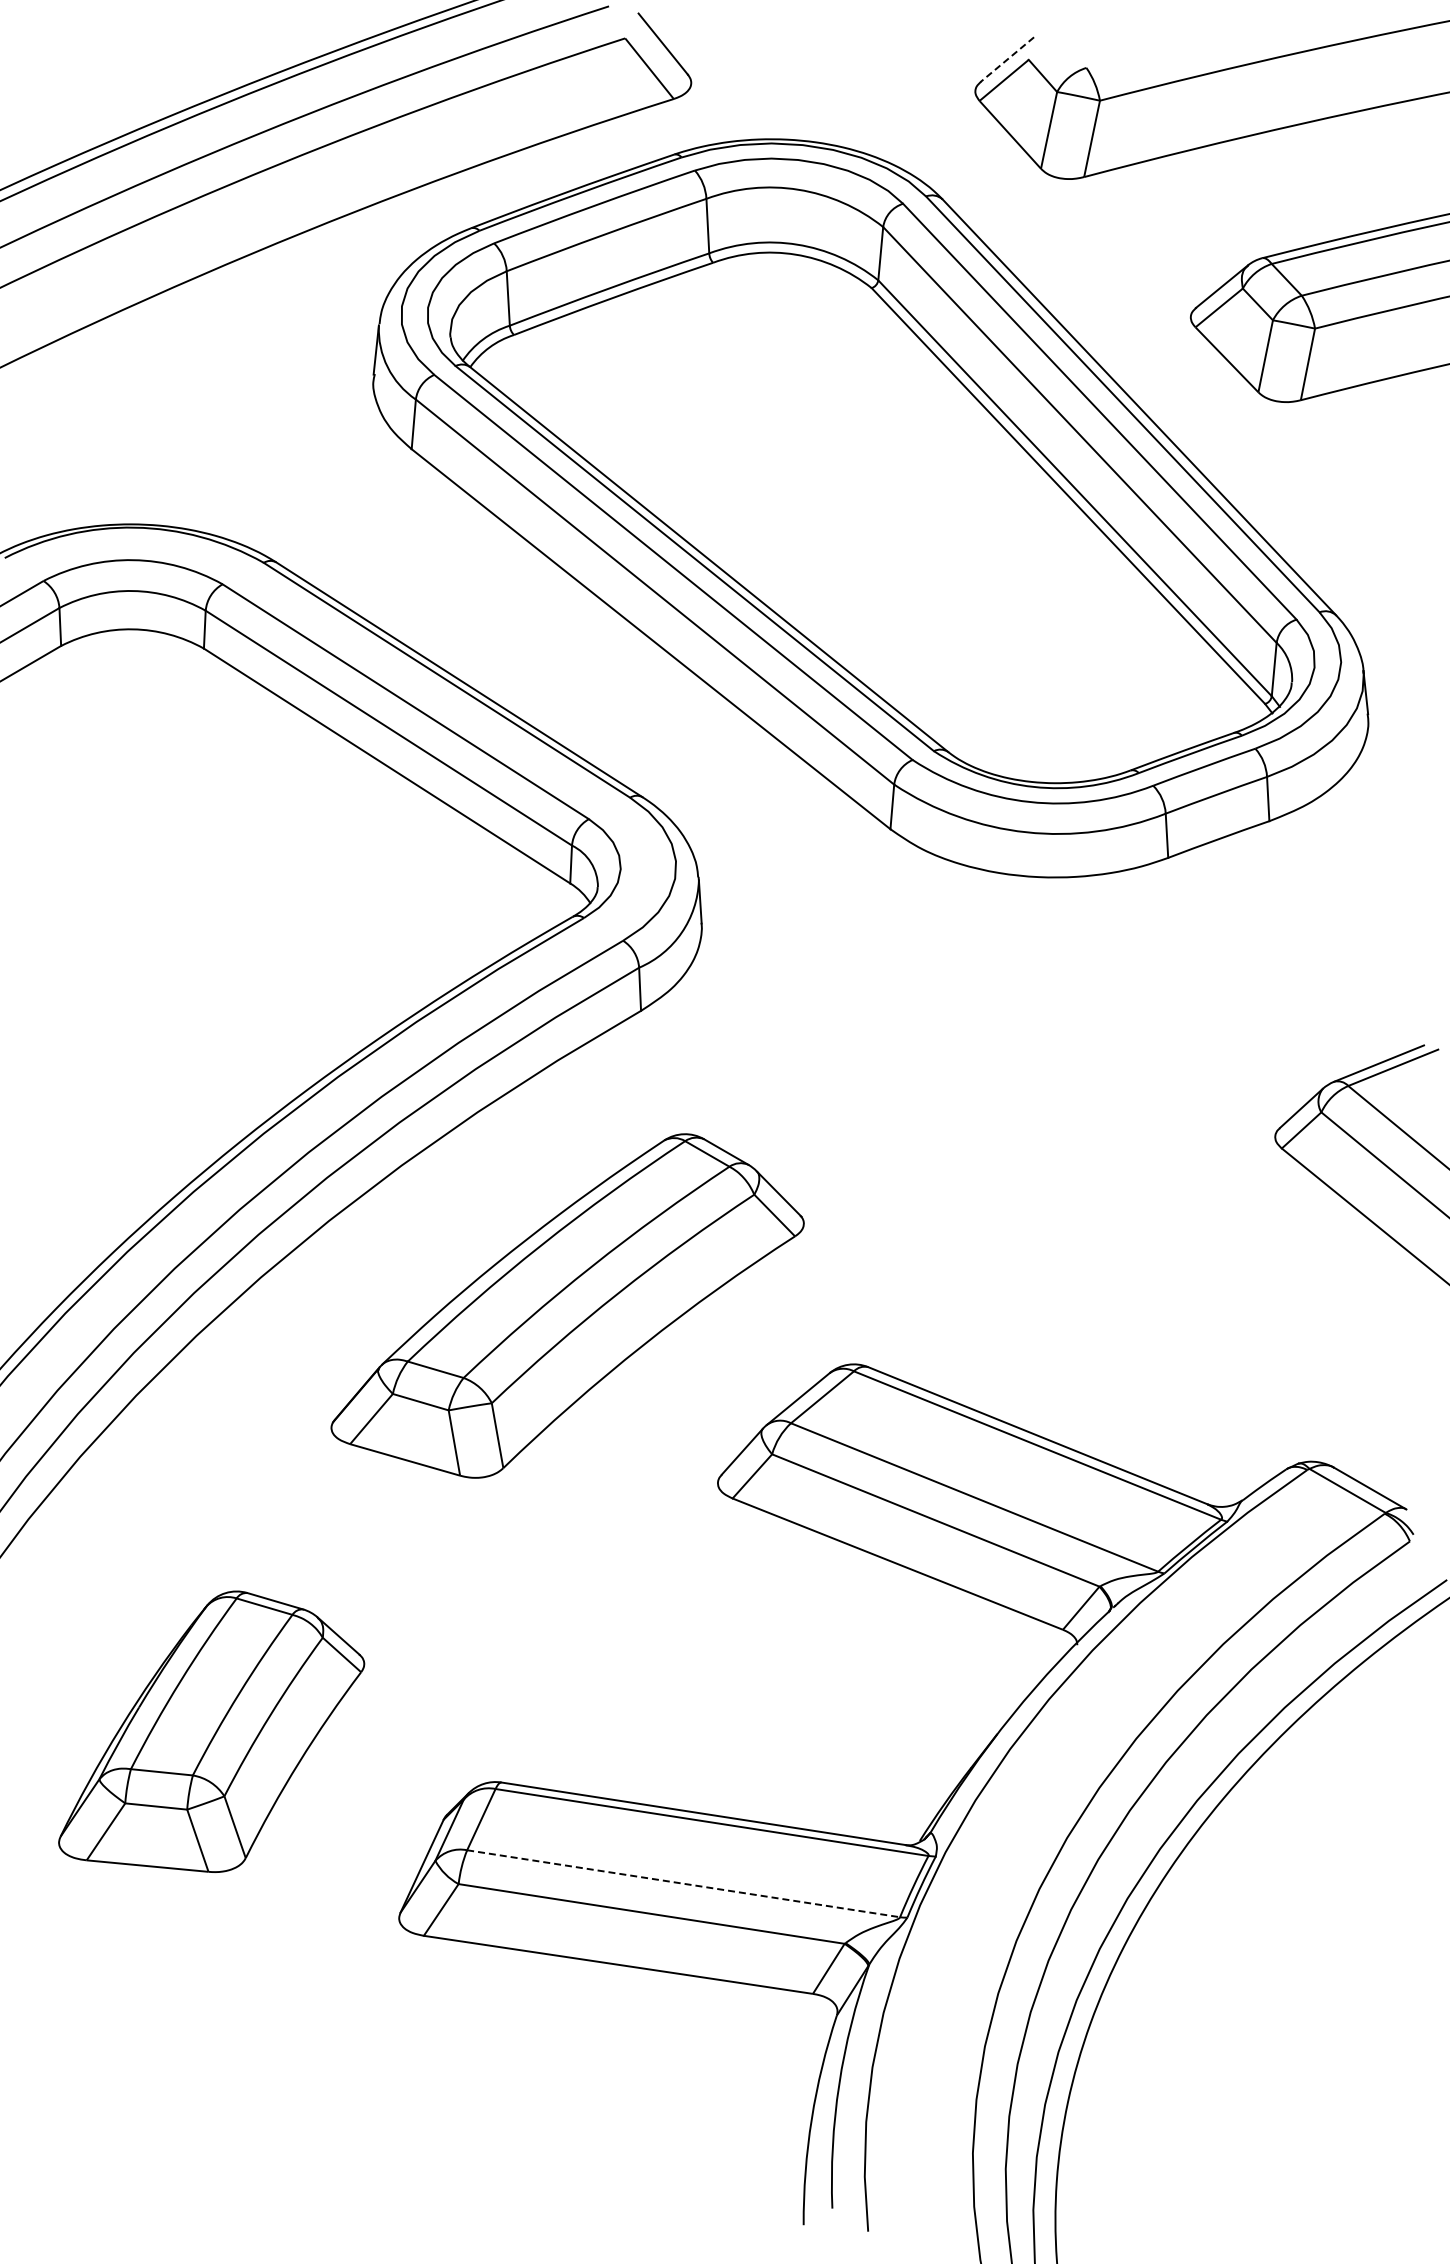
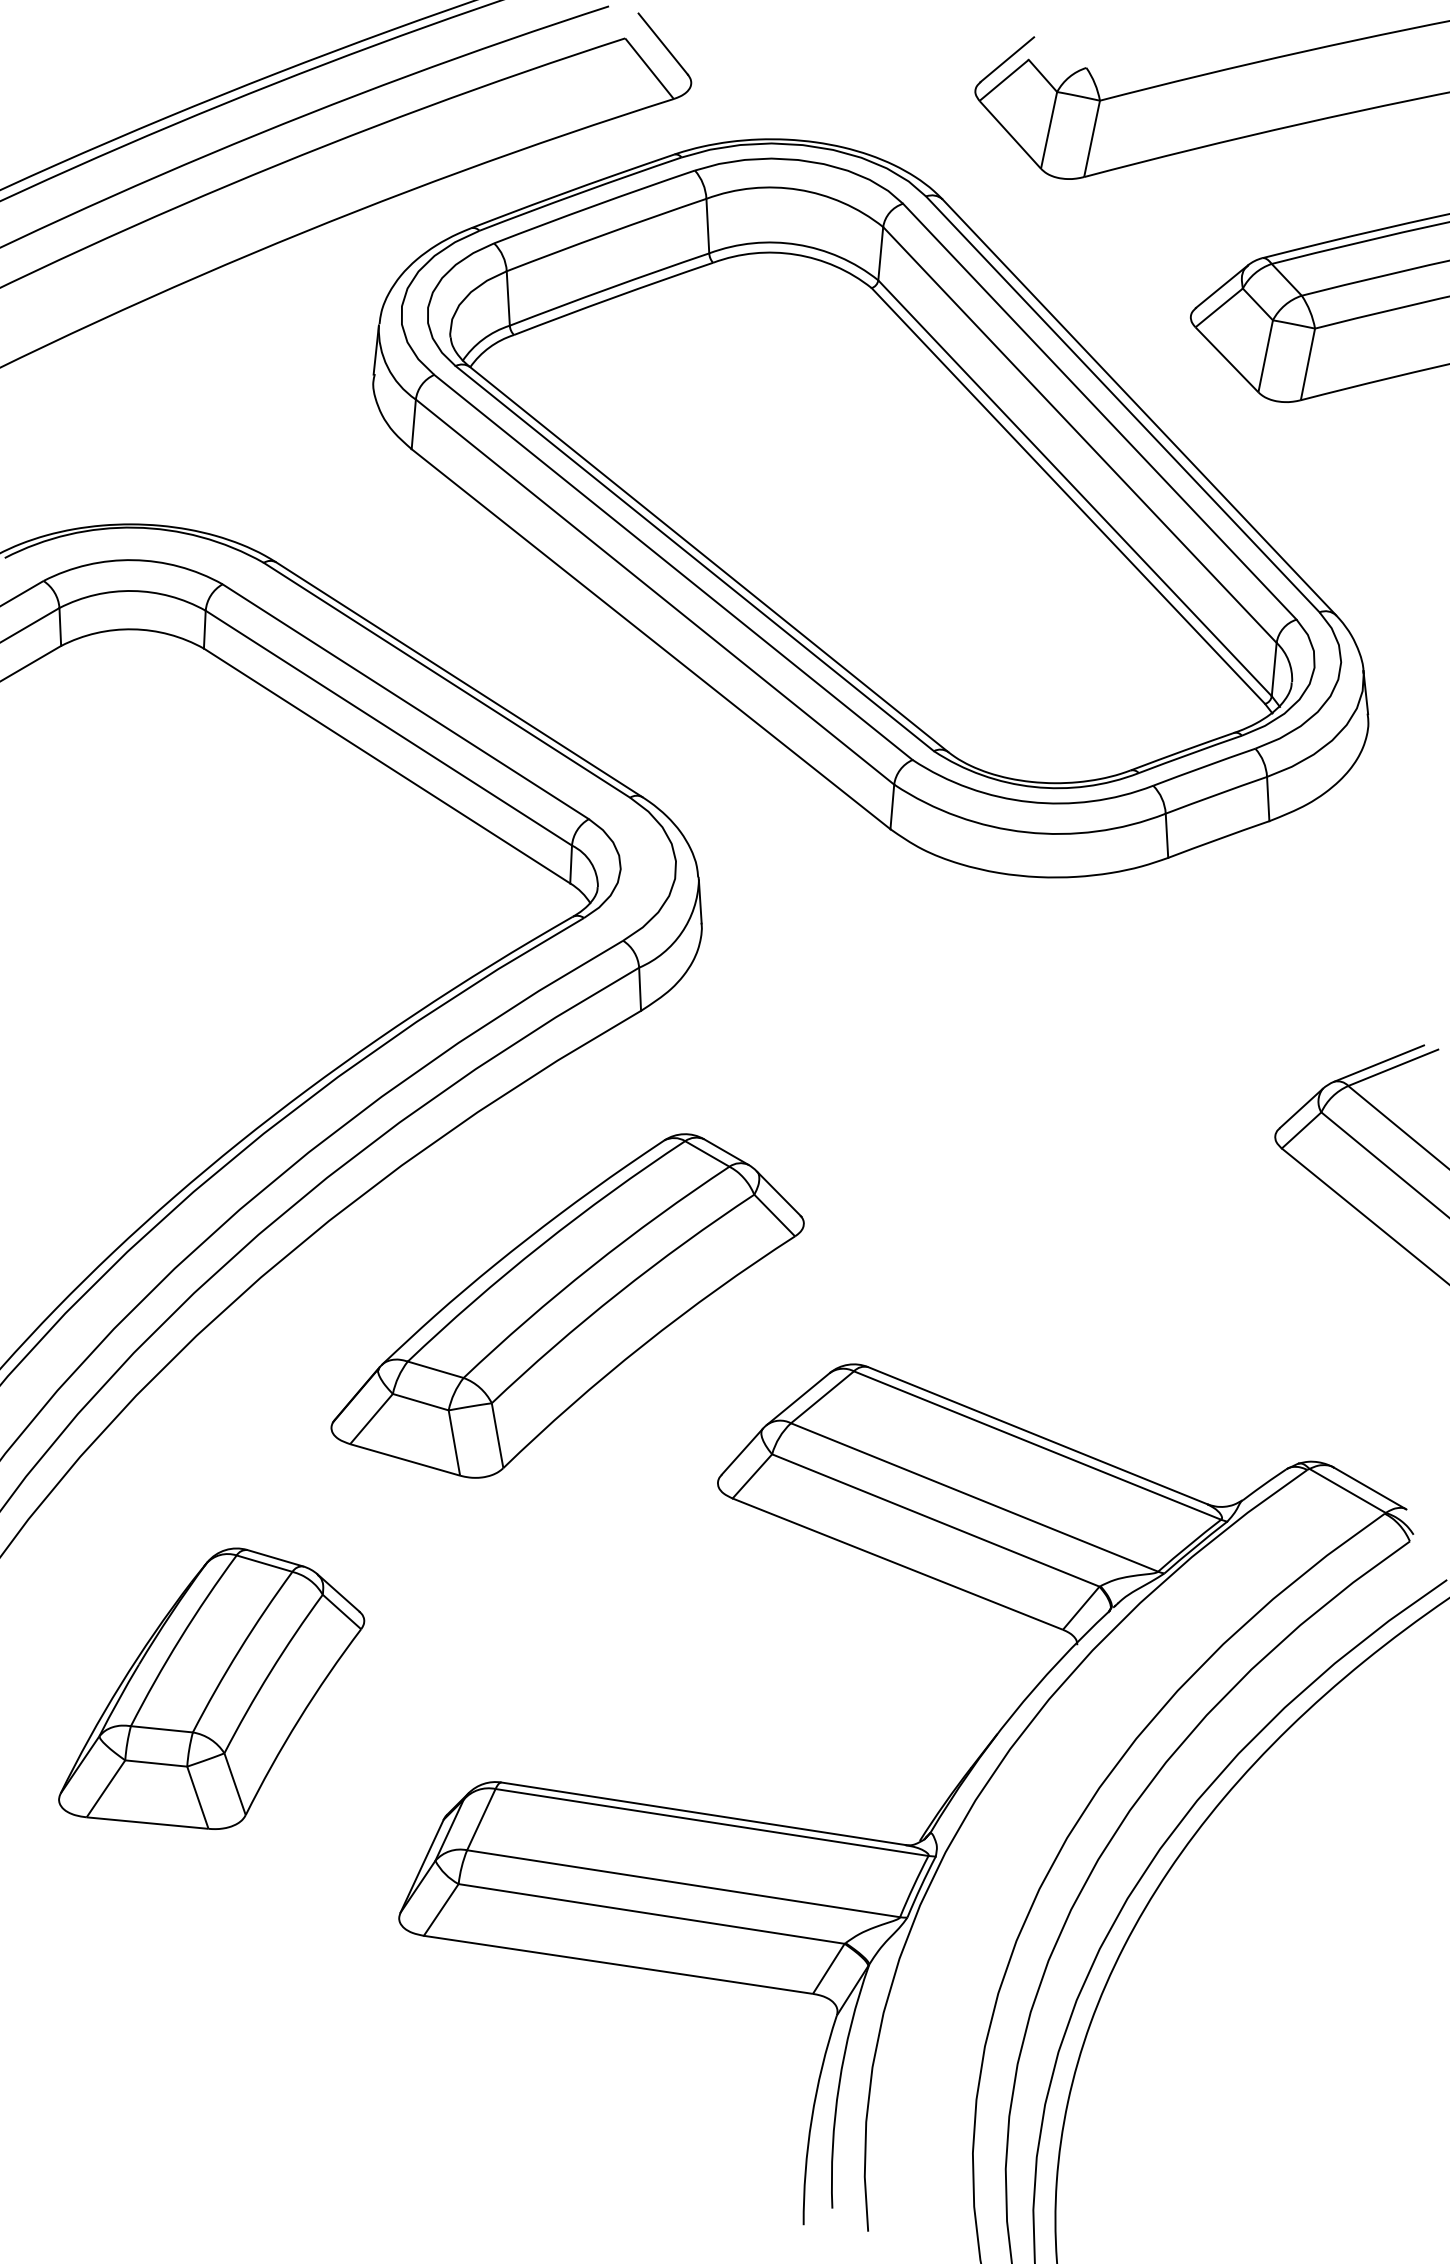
line at (1007, 59): dashed -> solid
part at (211, 1731) position: (211, 1731) -> (211, 1688)
line at (684, 1883): dashed -> solid
